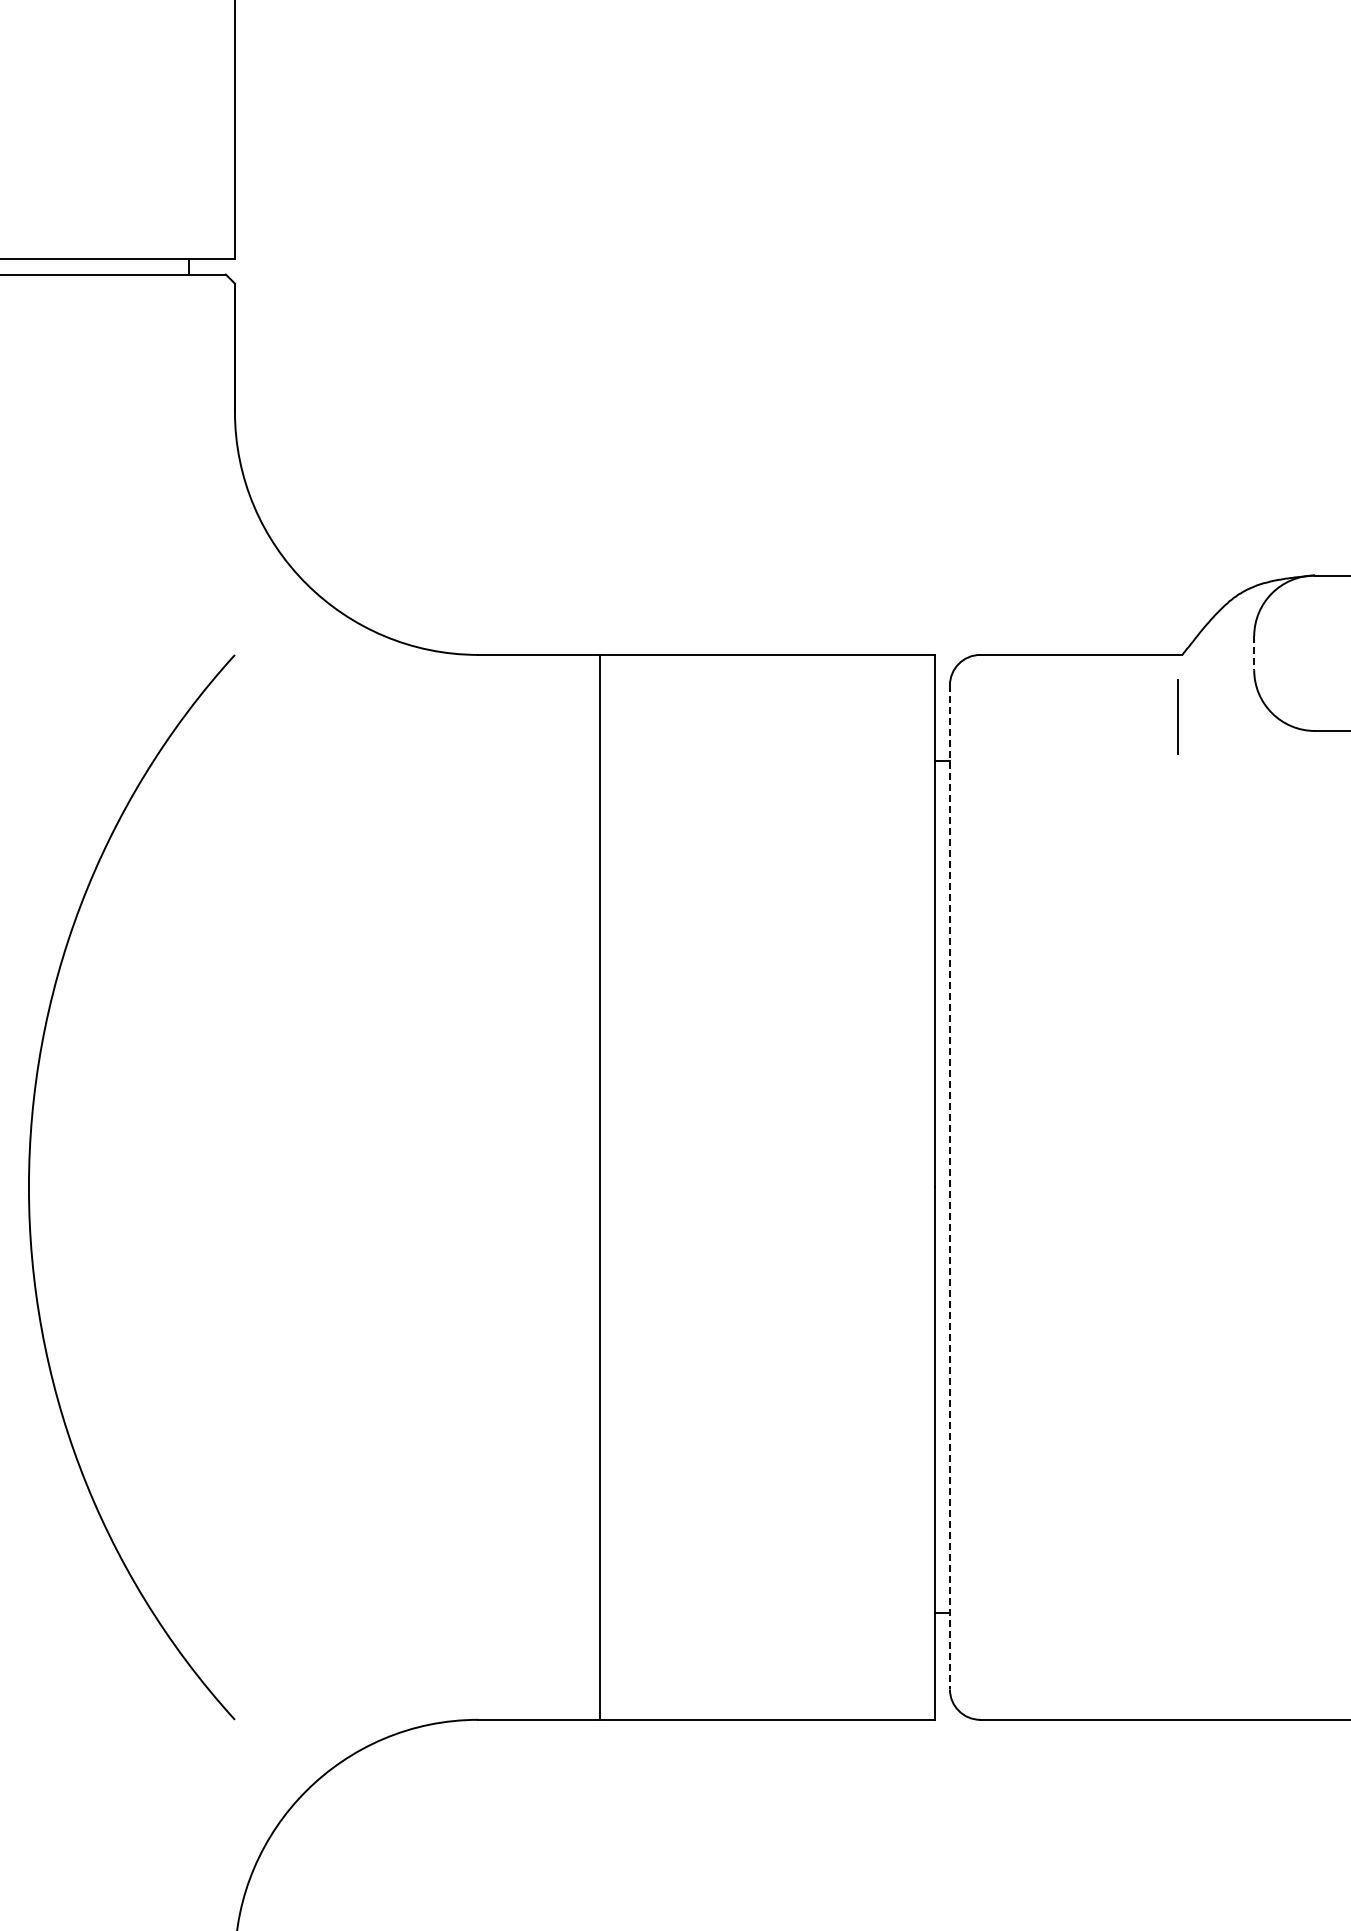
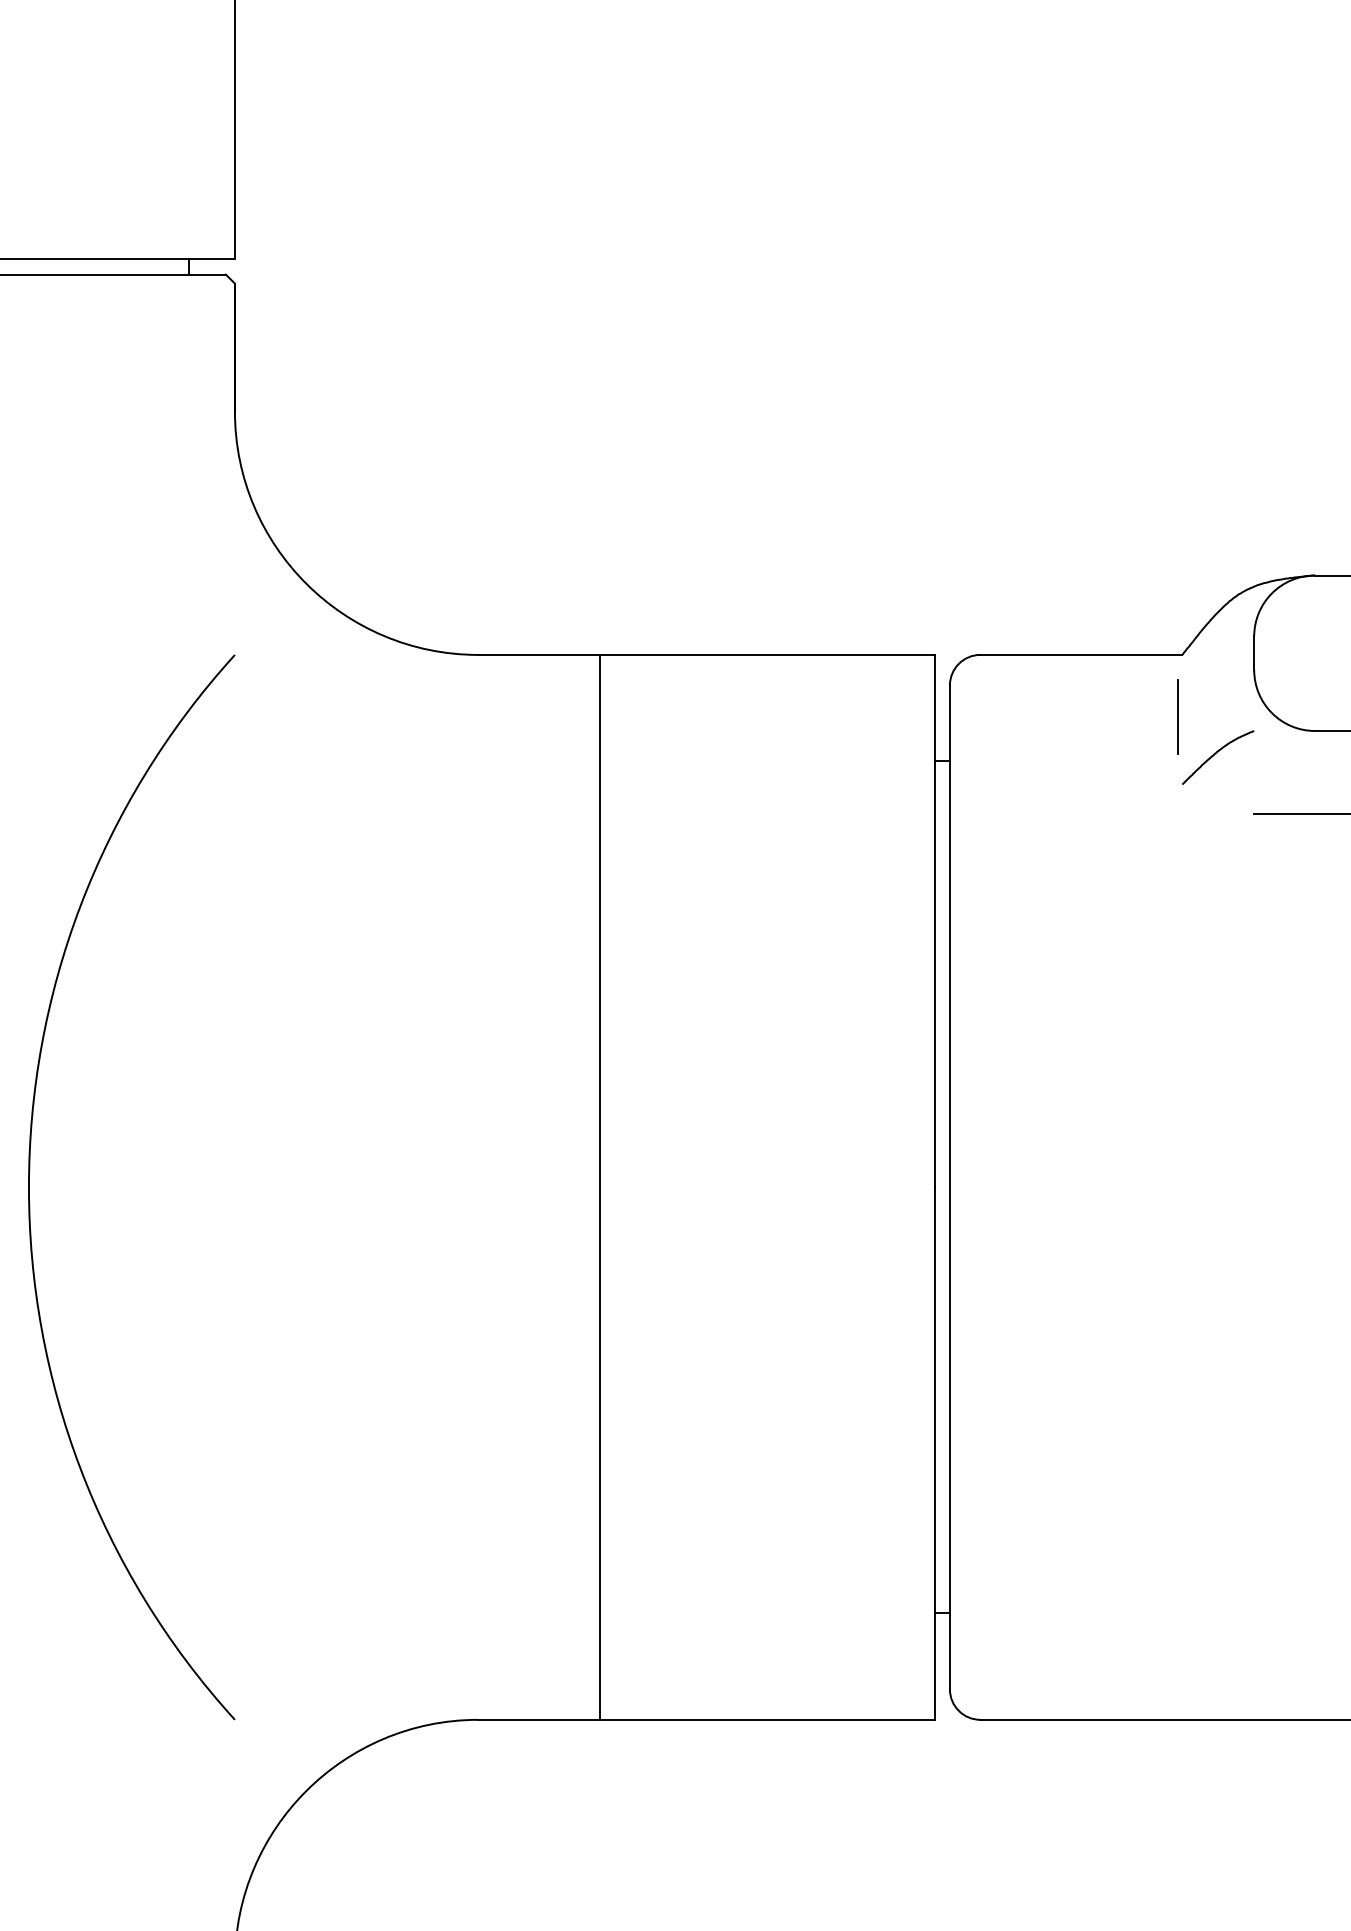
line at (1254, 653): dashed -> solid
curve at (1215, 754): none -> present
line at (1300, 814): none -> present
line at (949, 1187): dashed -> solid
